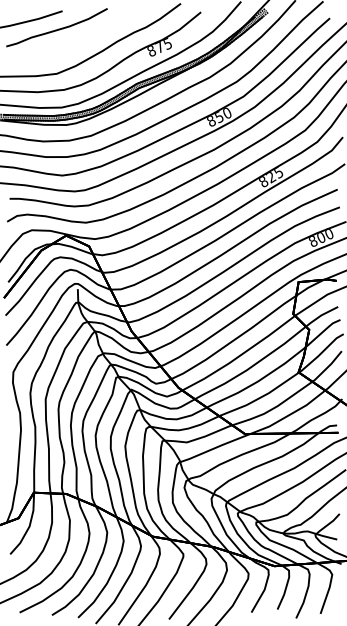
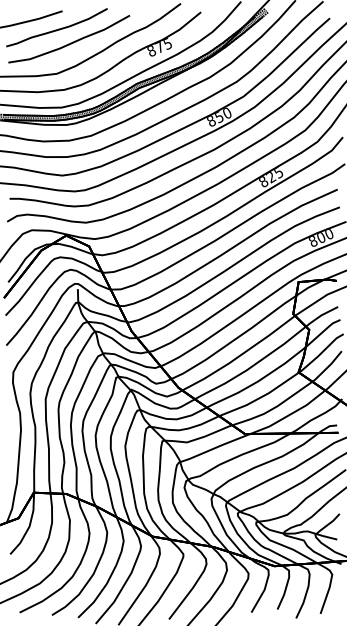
part at (69, 38): none -> present
